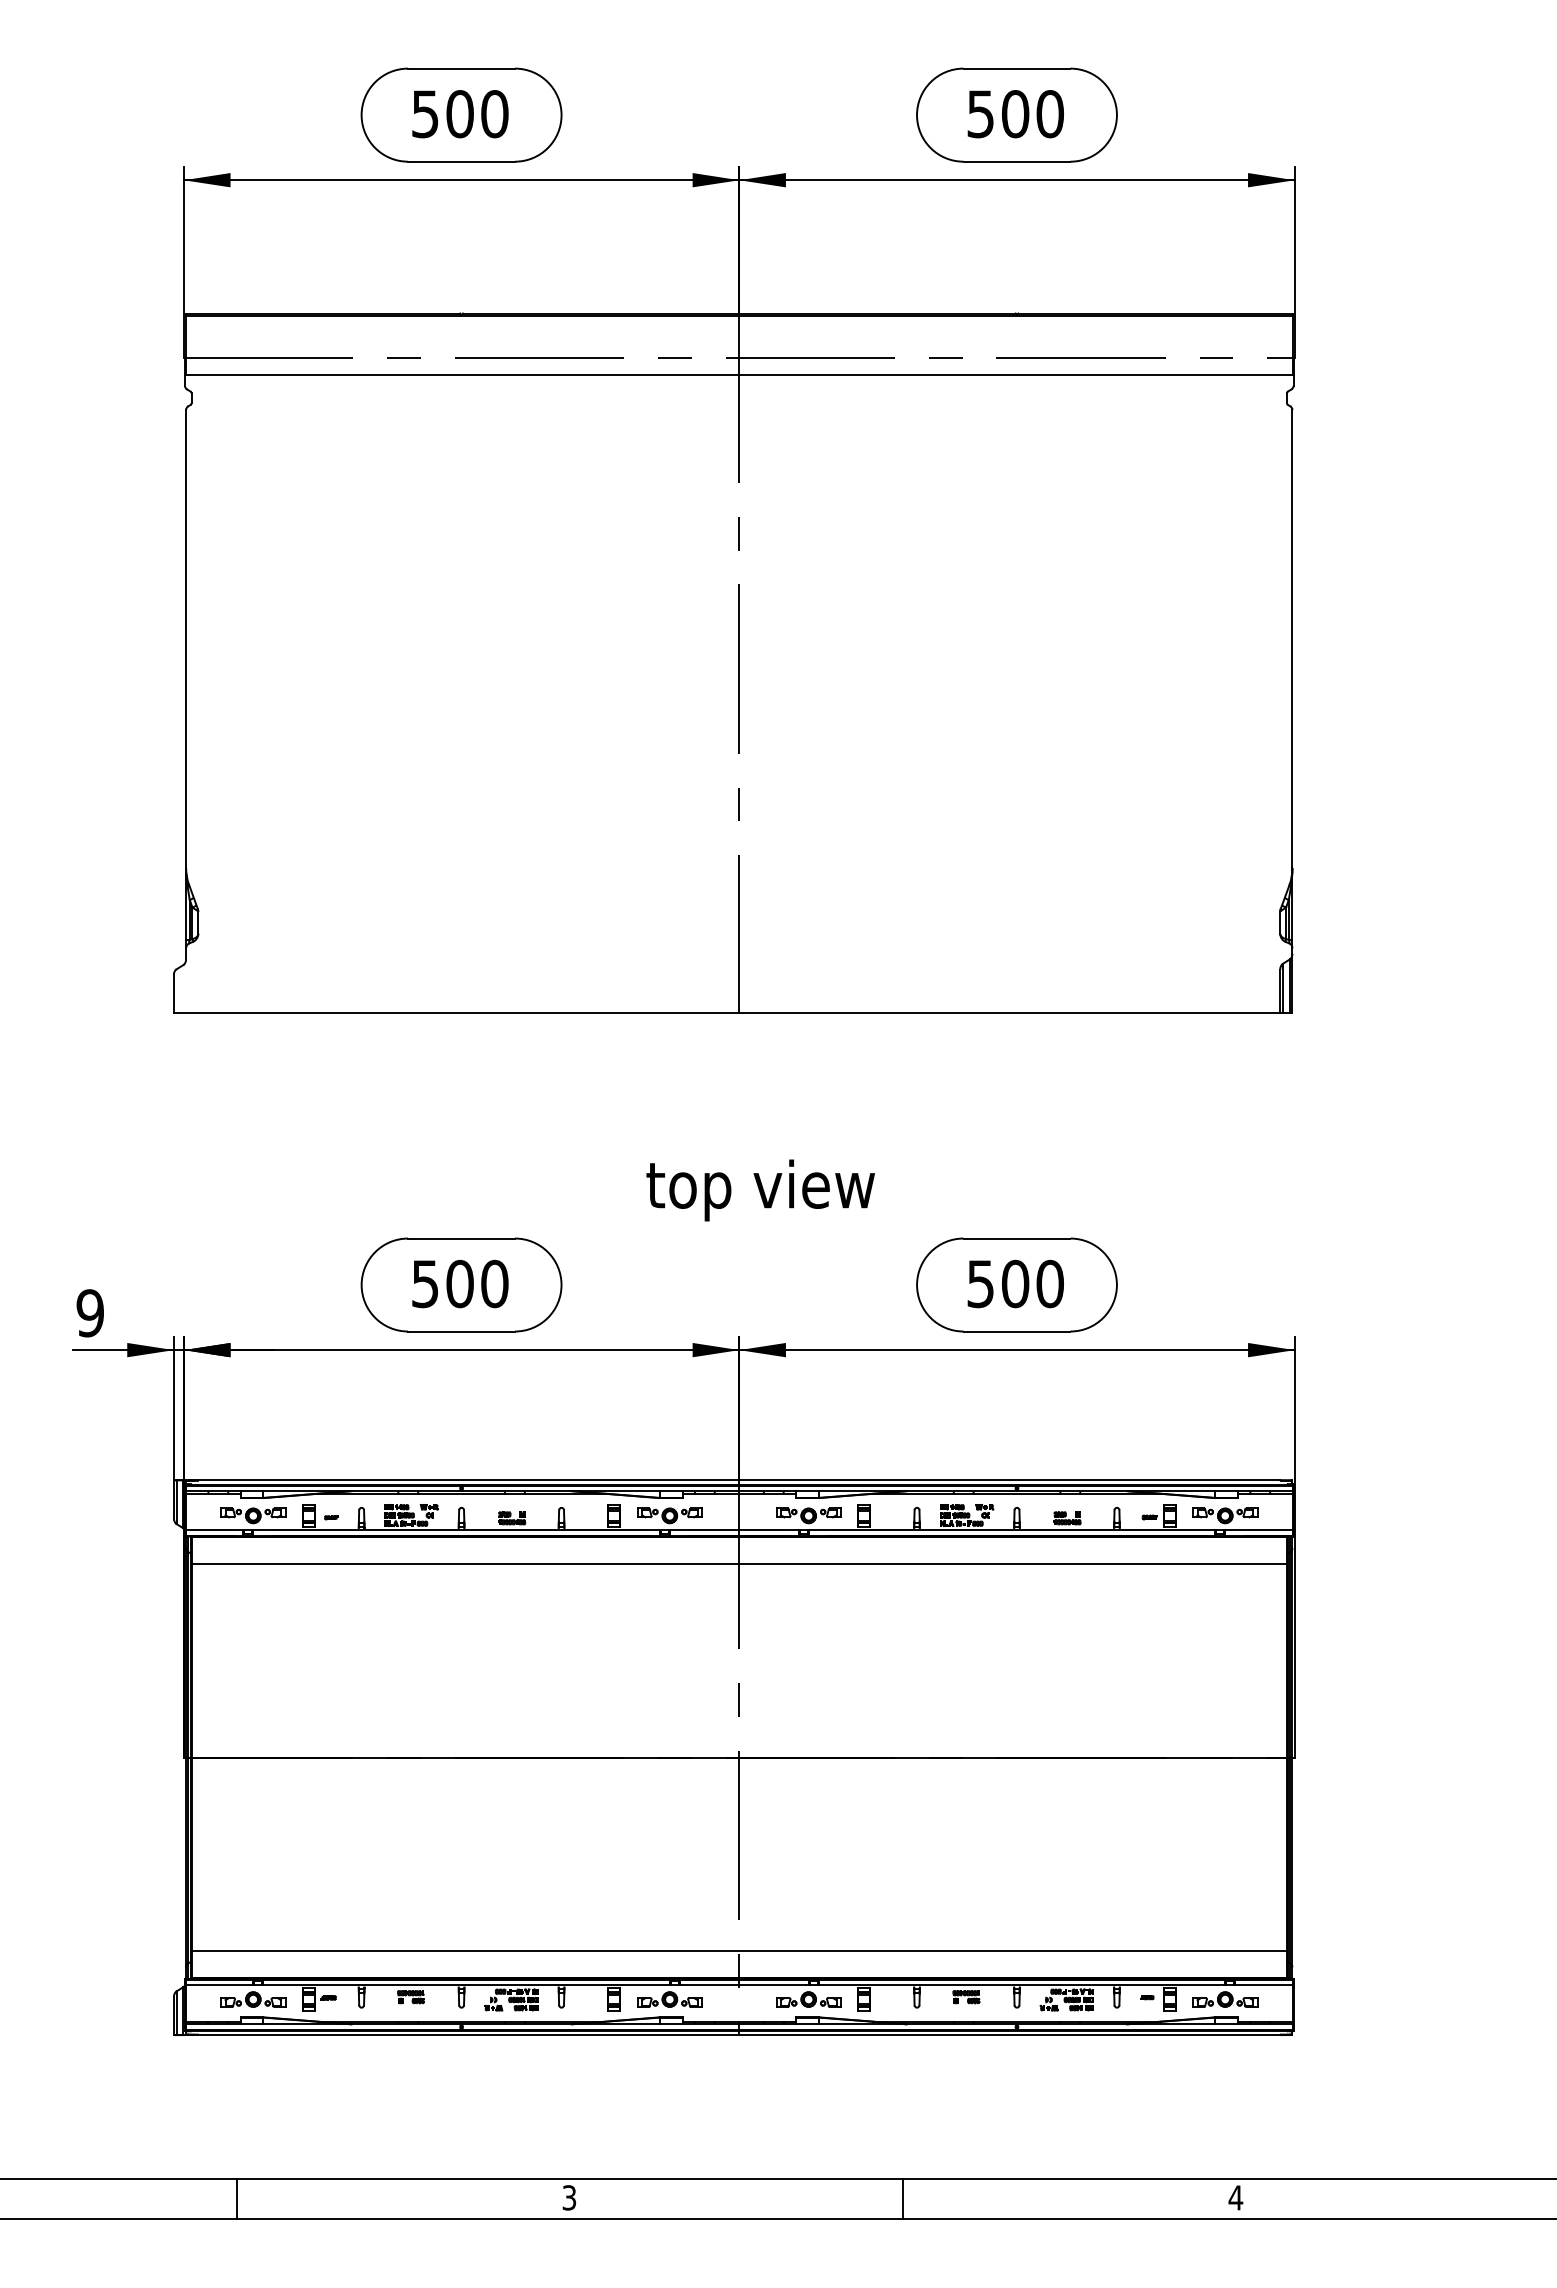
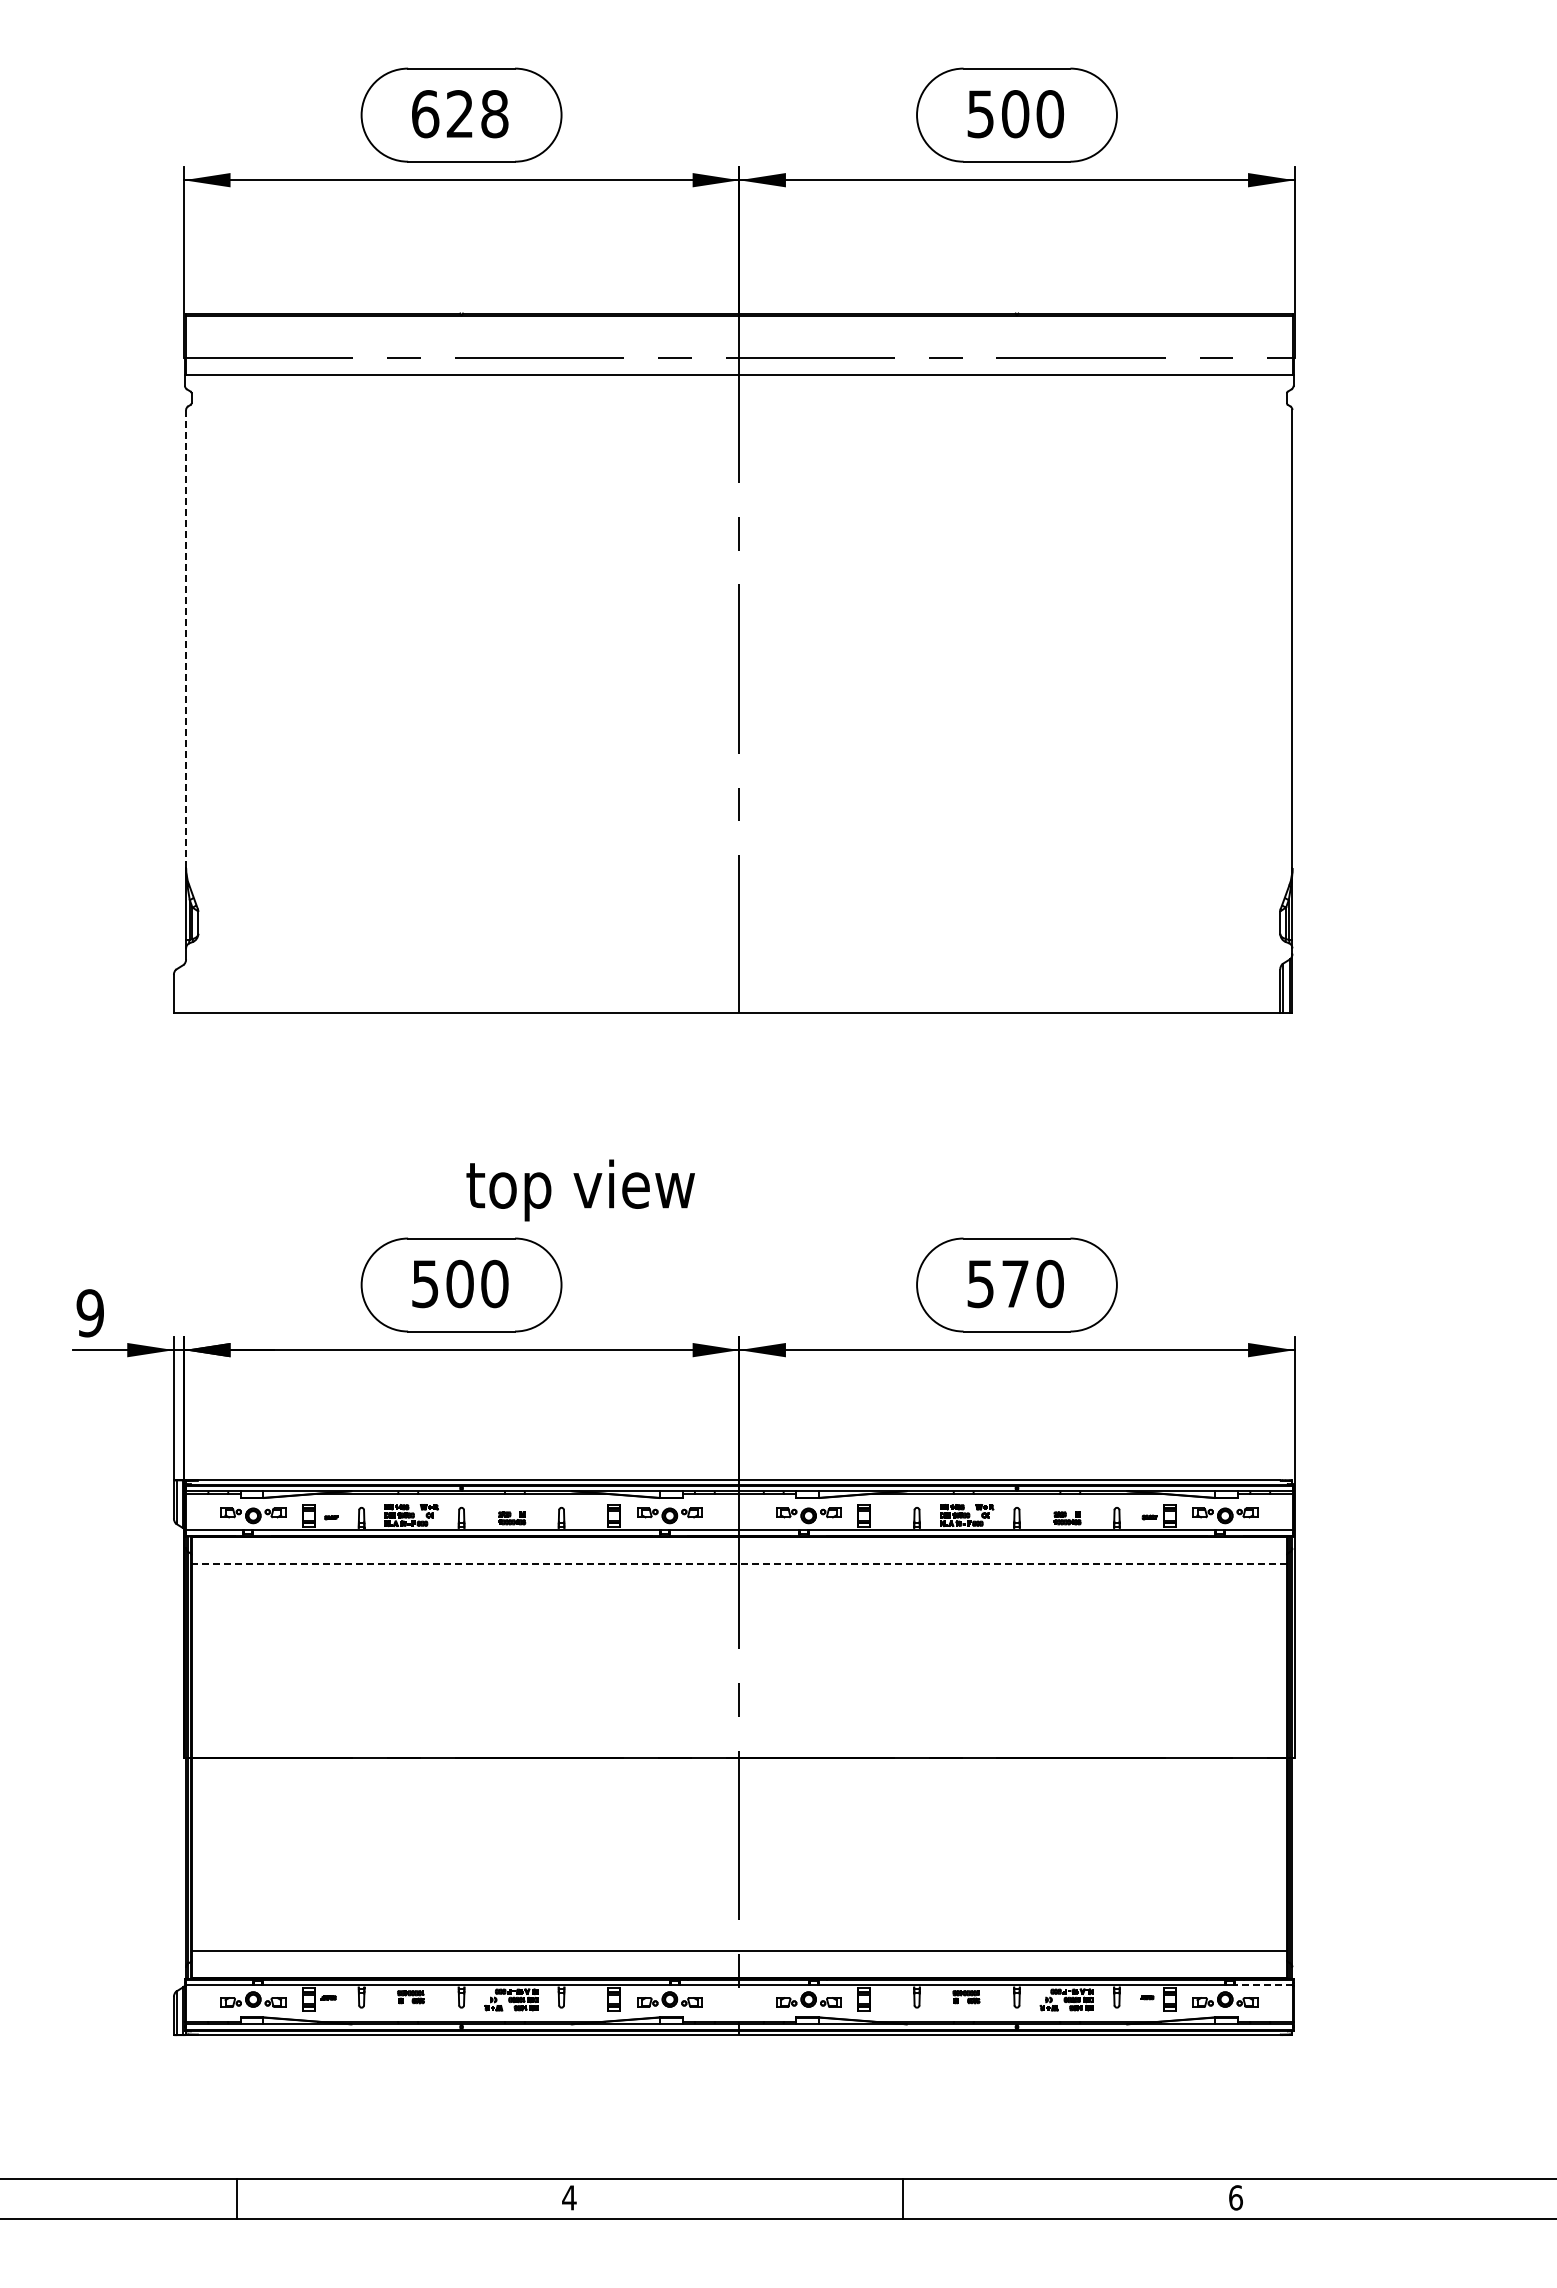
text at (460, 114): 500 -> 628
line at (186, 639): solid -> dashed
text at (760, 1190) position: (760, 1190) -> (580, 1190)
text at (1015, 1283): 500 -> 570
line at (739, 1564): solid -> dashed
line at (1264, 1985): solid -> dashed
text at (569, 2197): 3 -> 4
text at (1235, 2197): 4 -> 6
